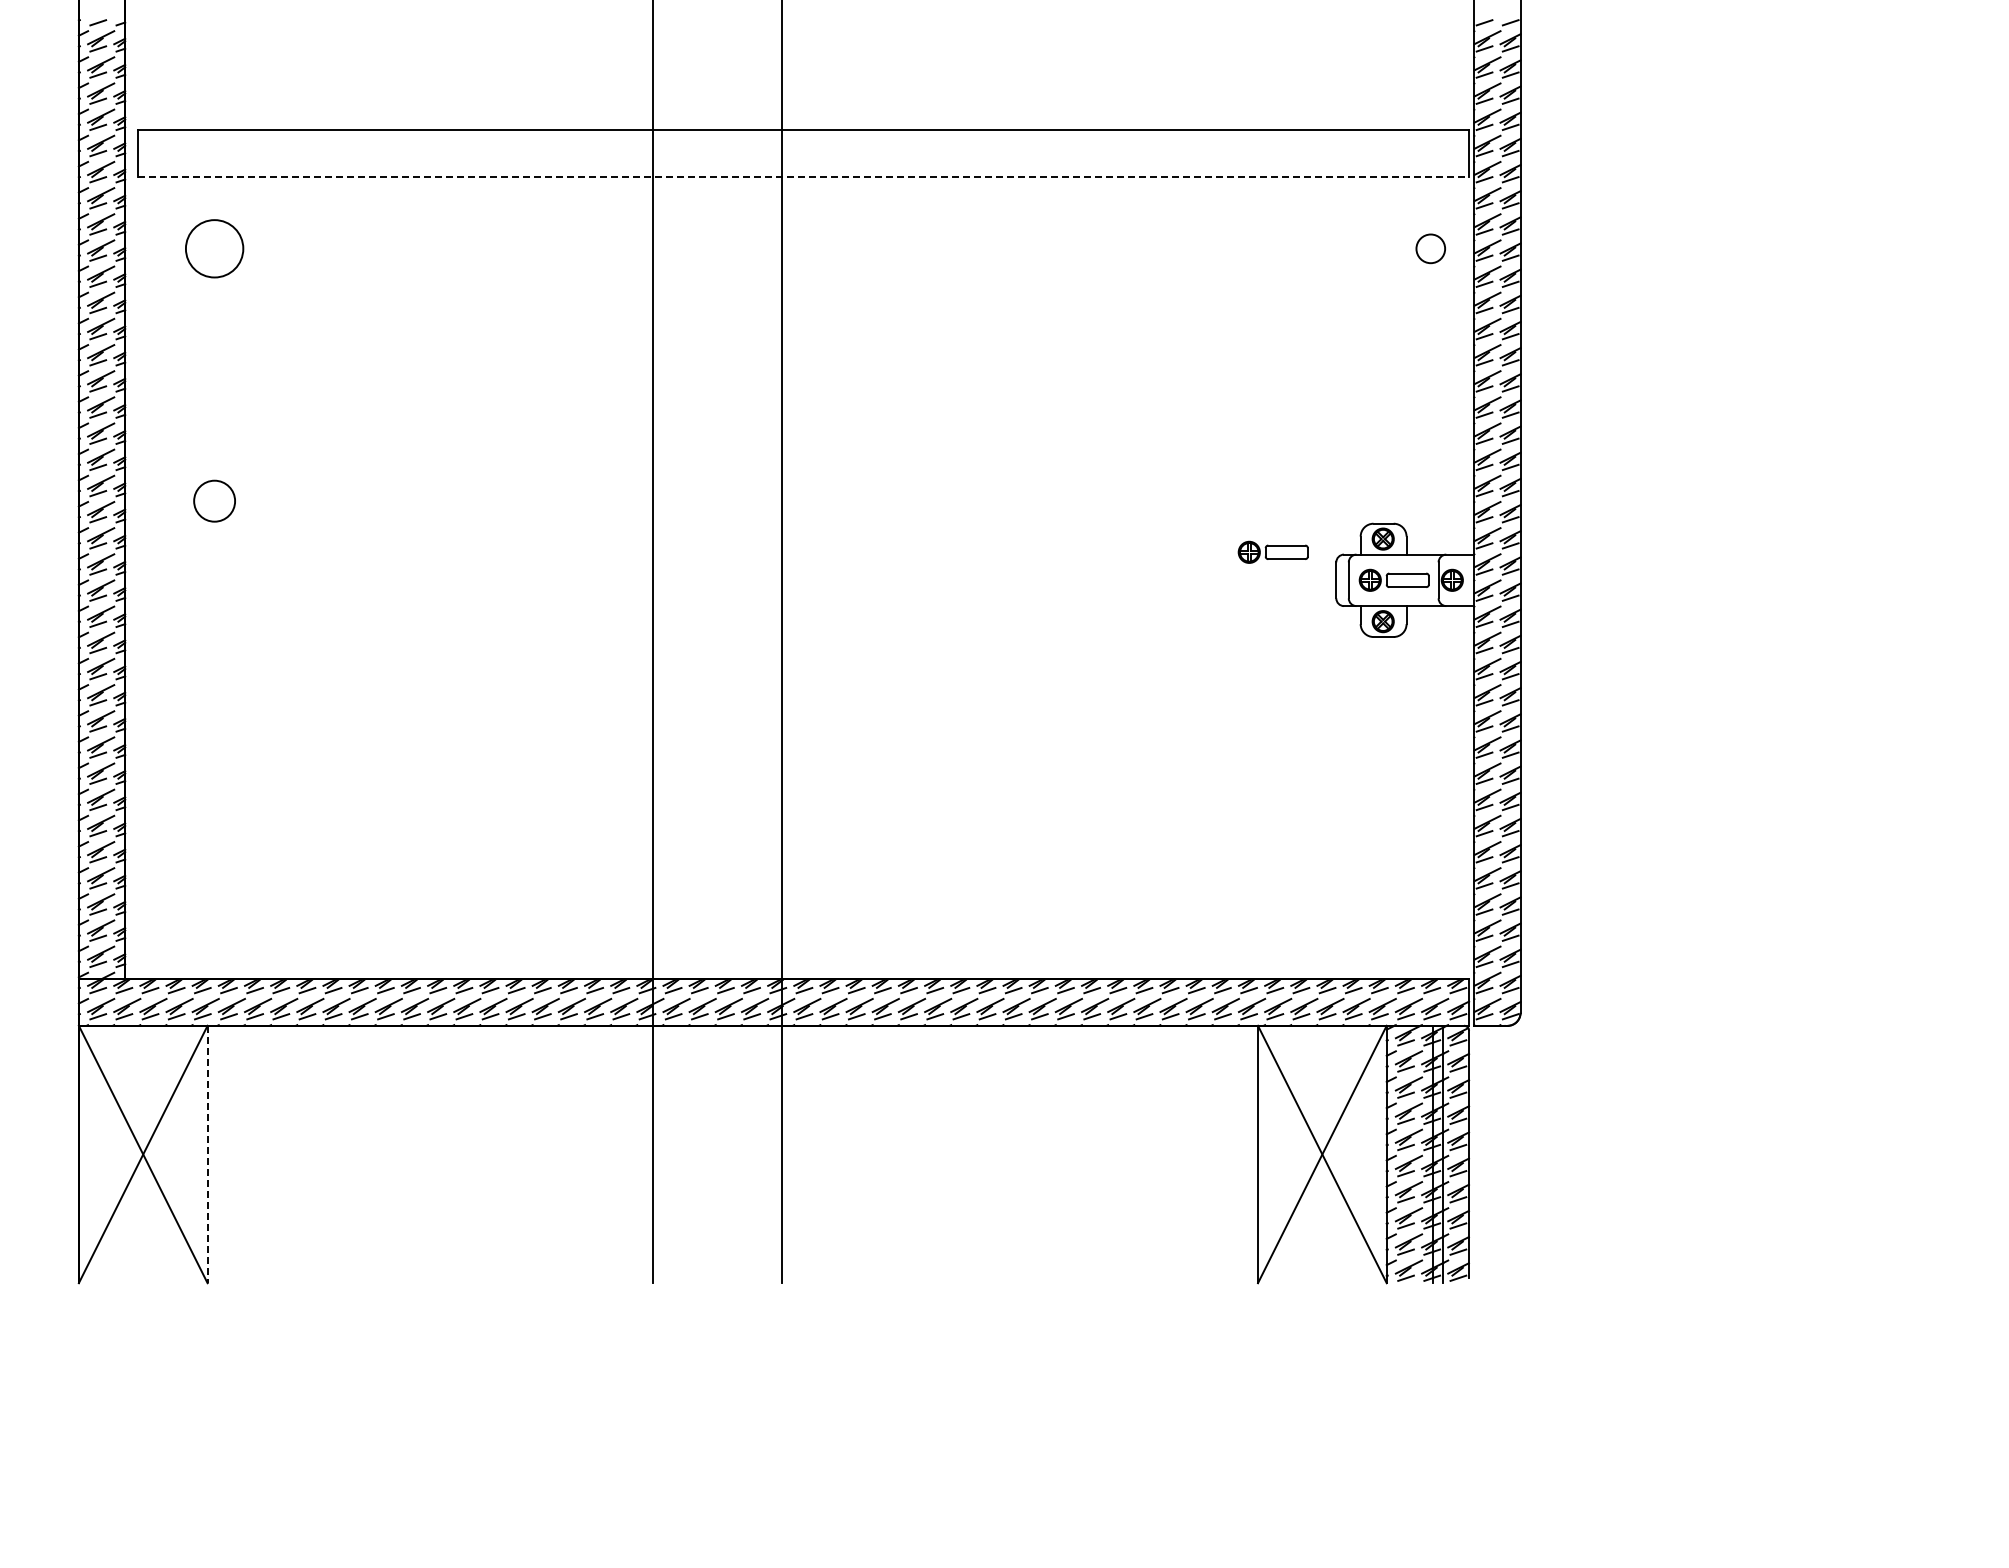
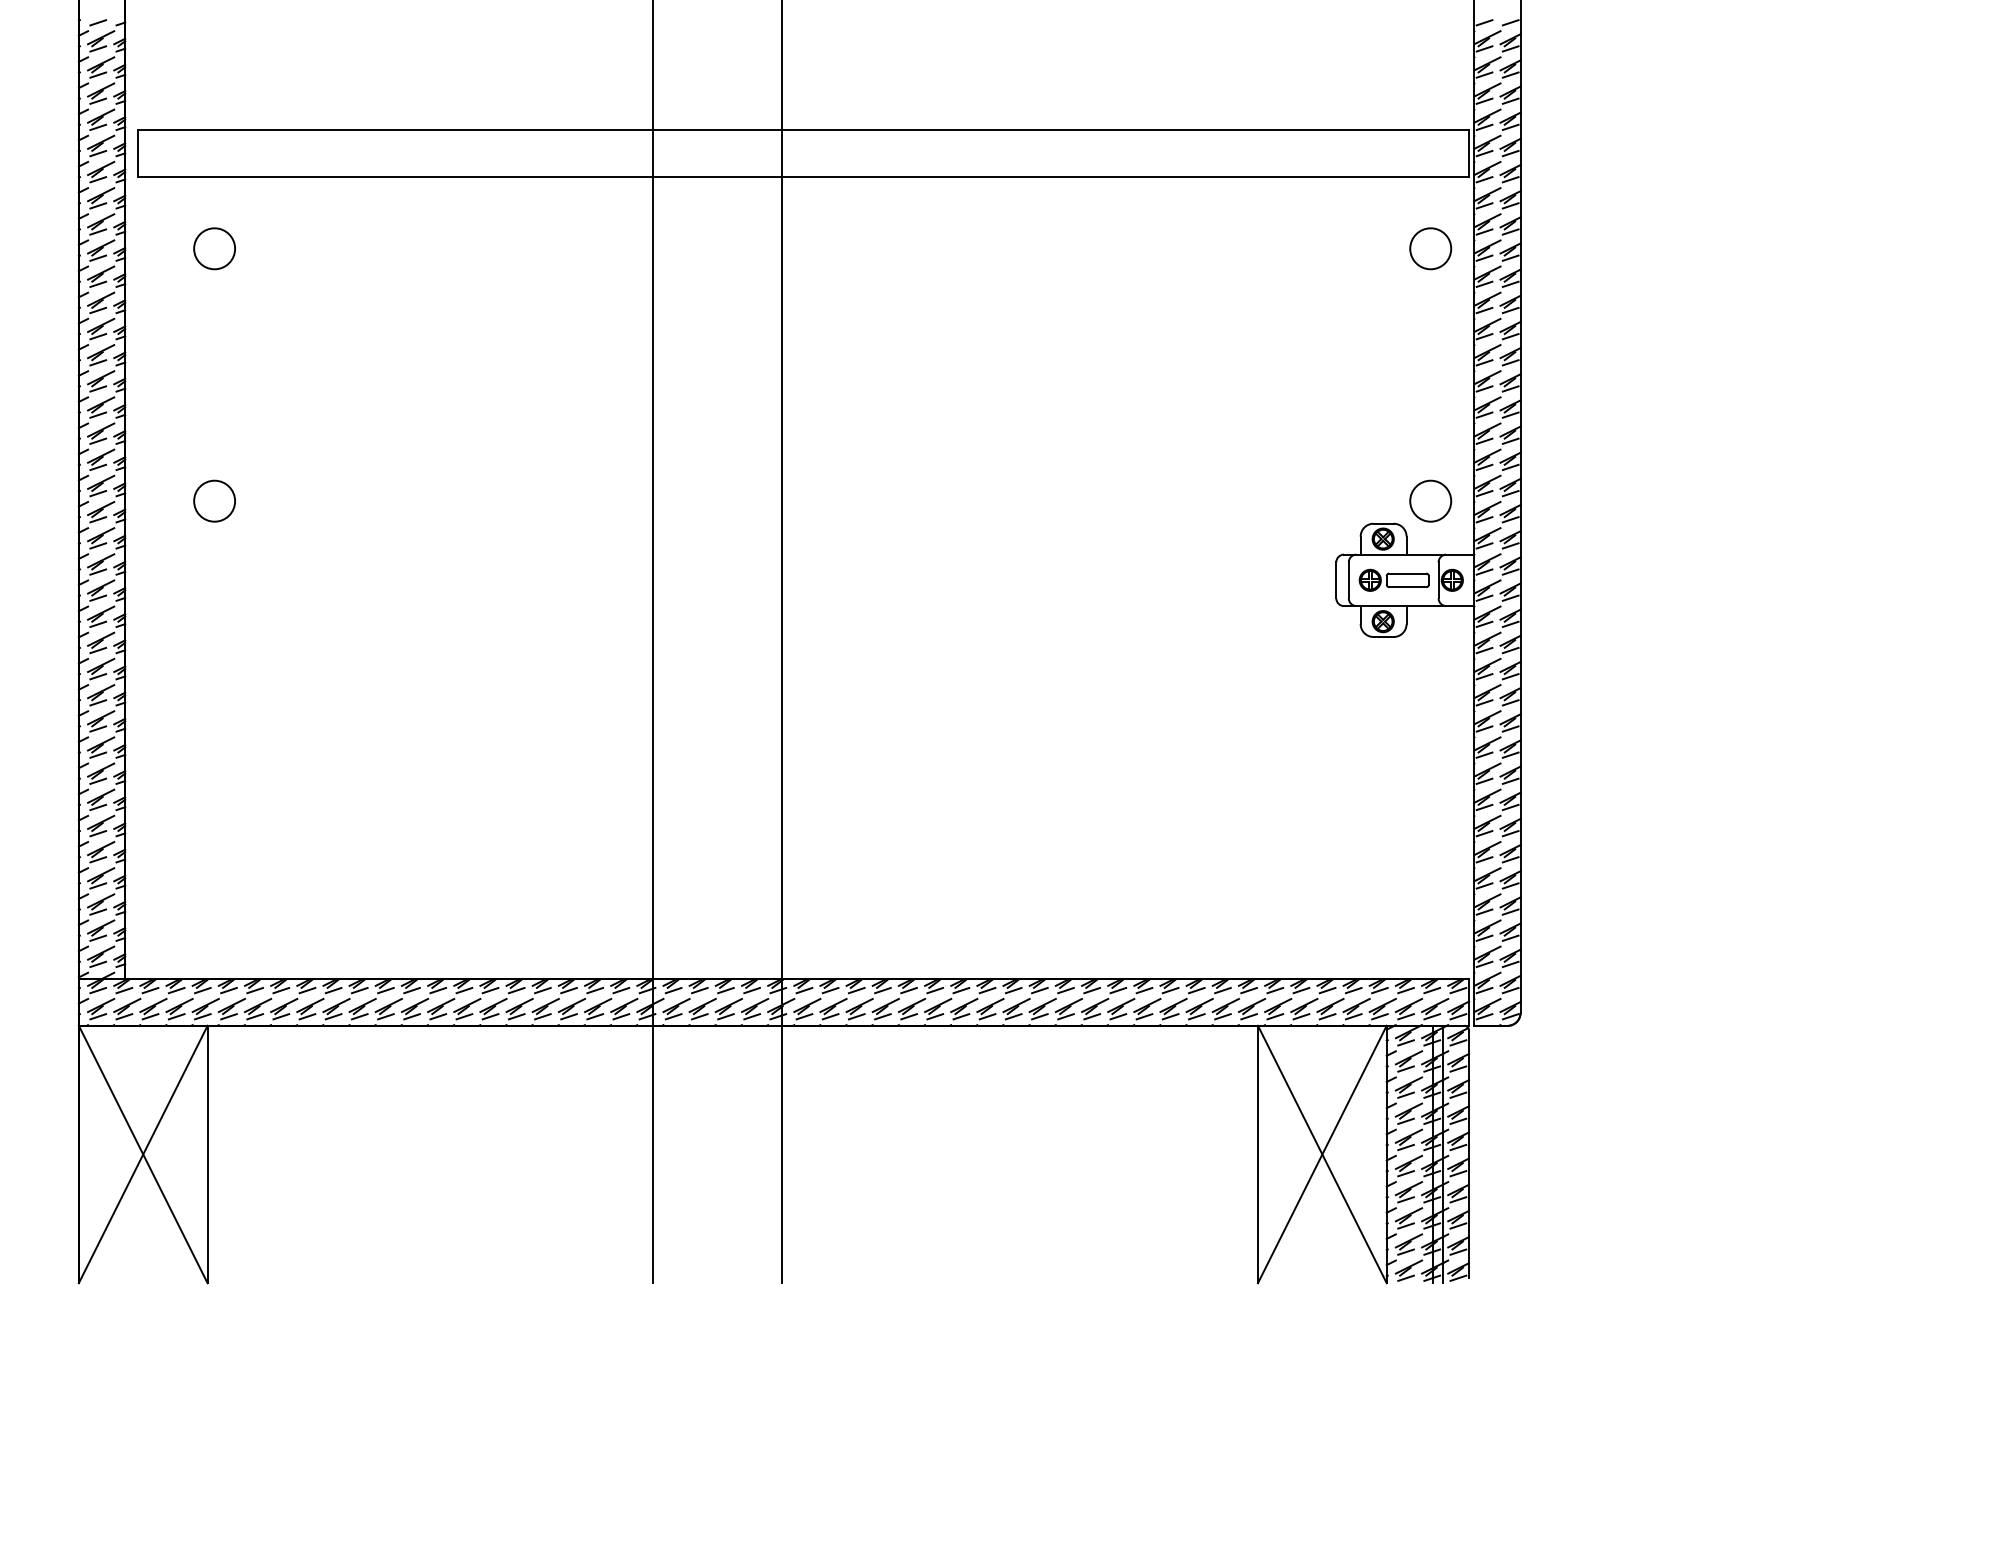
line at (803, 176): dashed -> solid
circle at (214, 248) diameter: 57 px -> 41 px
circle at (1430, 248) size: 31x32 px -> 44x44 px
circle at (1430, 500): none -> present
part at (1272, 551): present -> none
line at (207, 1154): dashed -> solid
